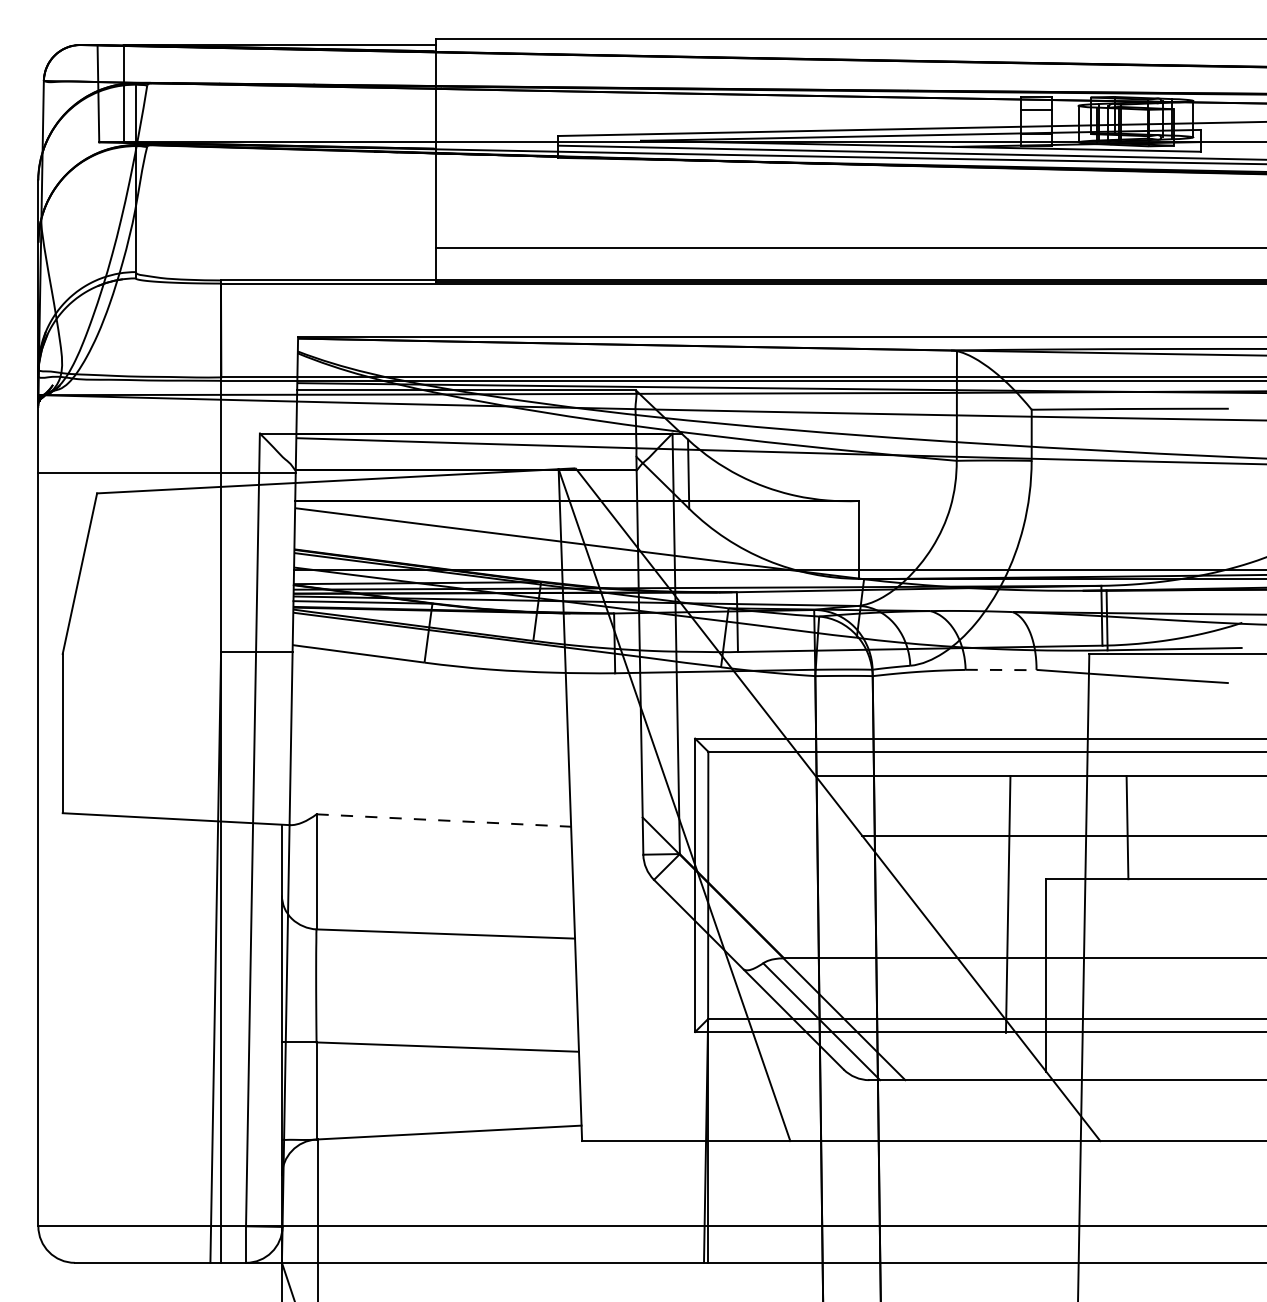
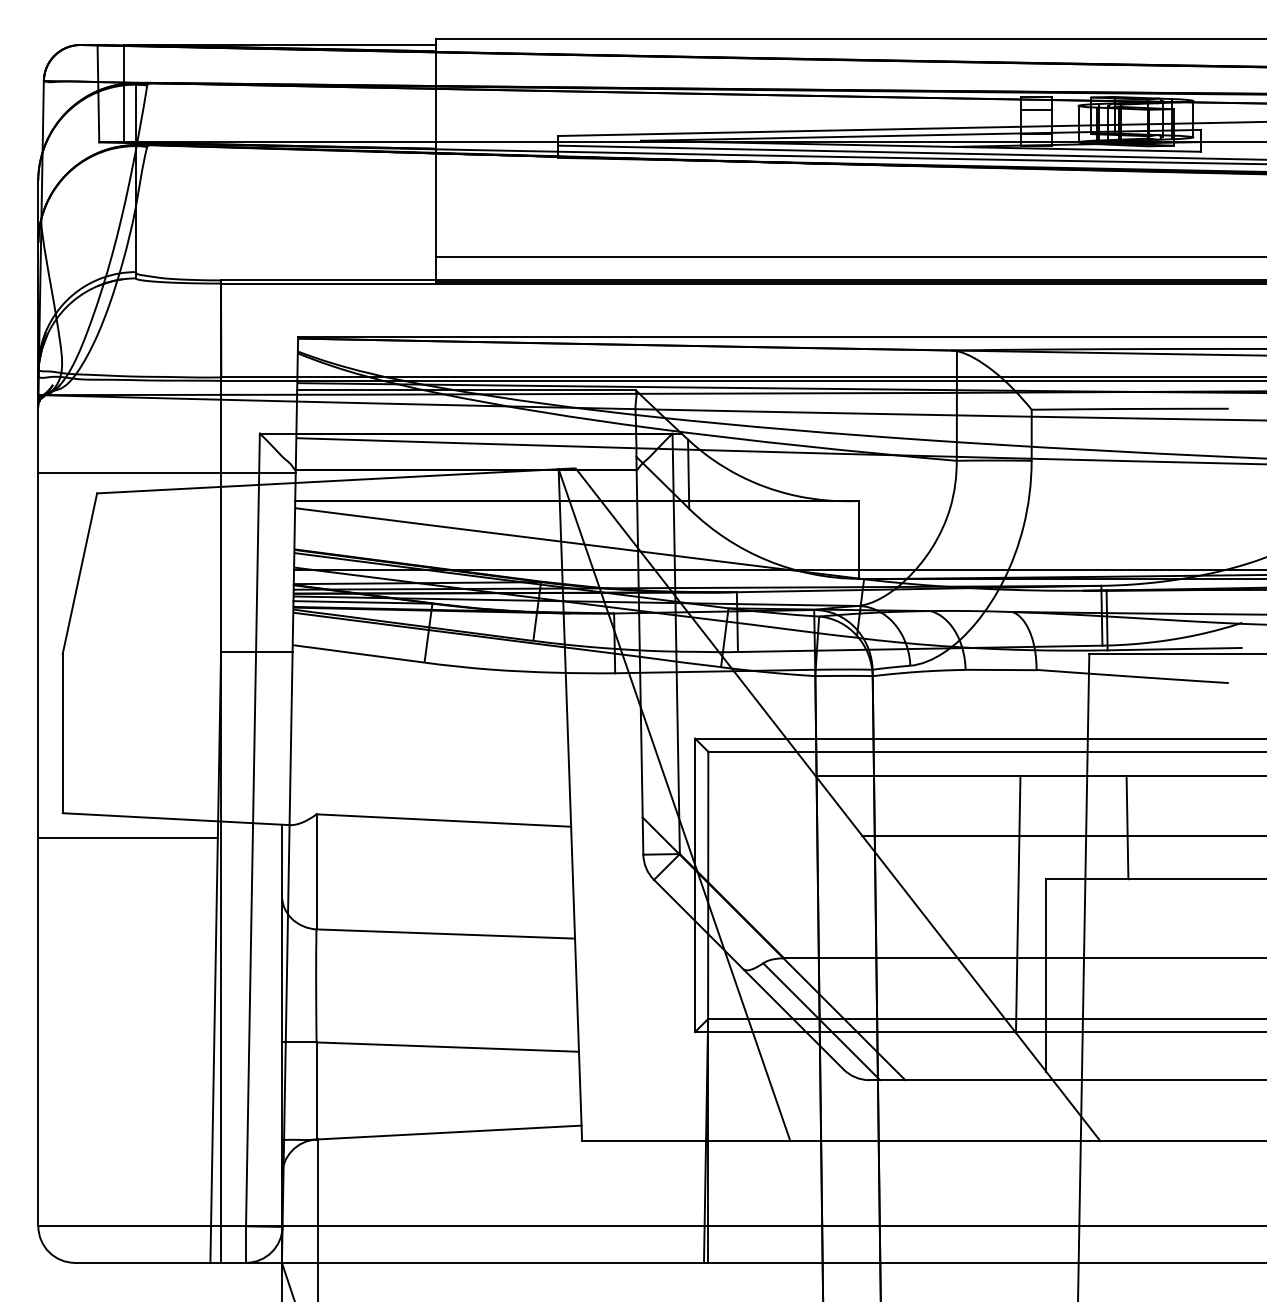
line at (849, 248) position: (849, 248) -> (849, 257)
line at (1001, 670): dashed -> solid
line at (444, 820): dashed -> solid
line at (127, 838): none -> present
line at (1007, 903) position: (1007, 903) -> (1017, 903)
